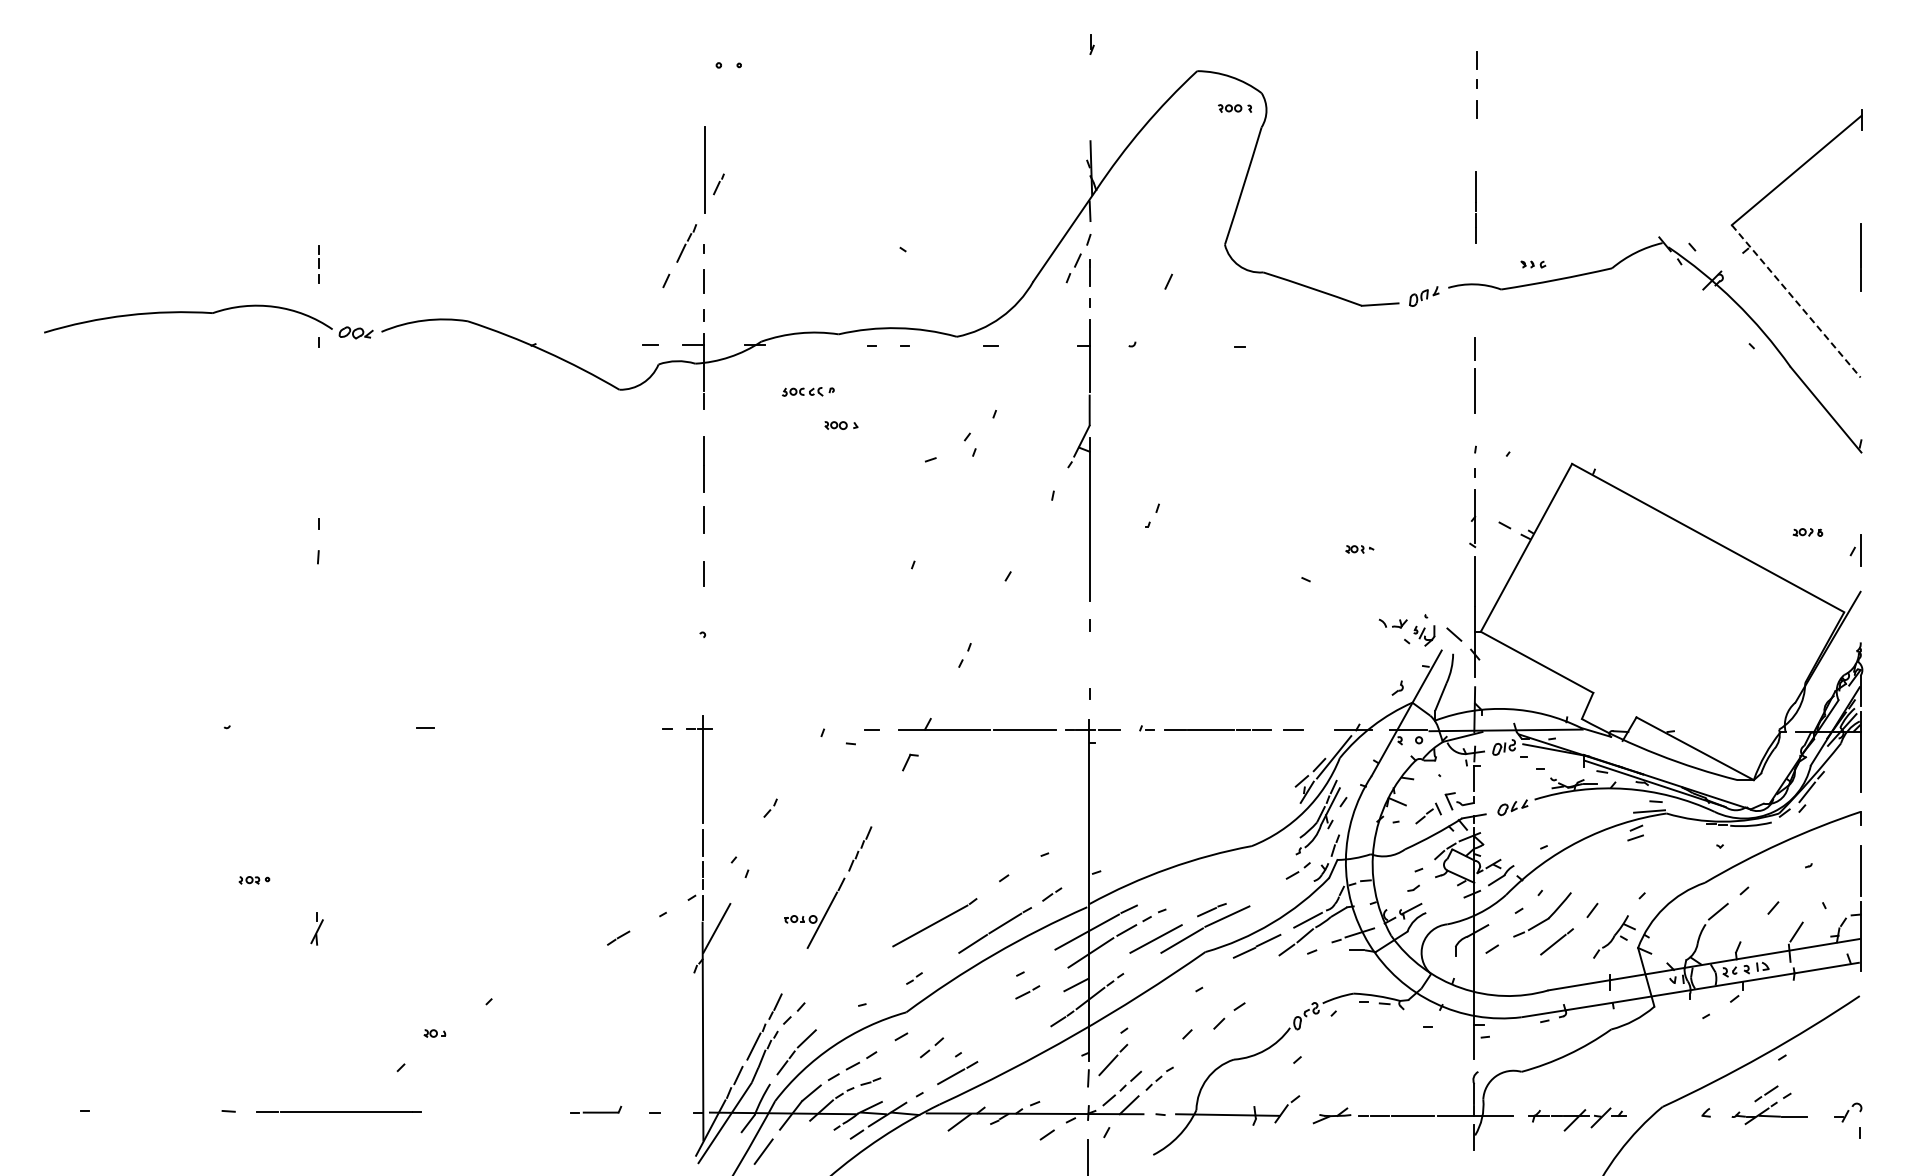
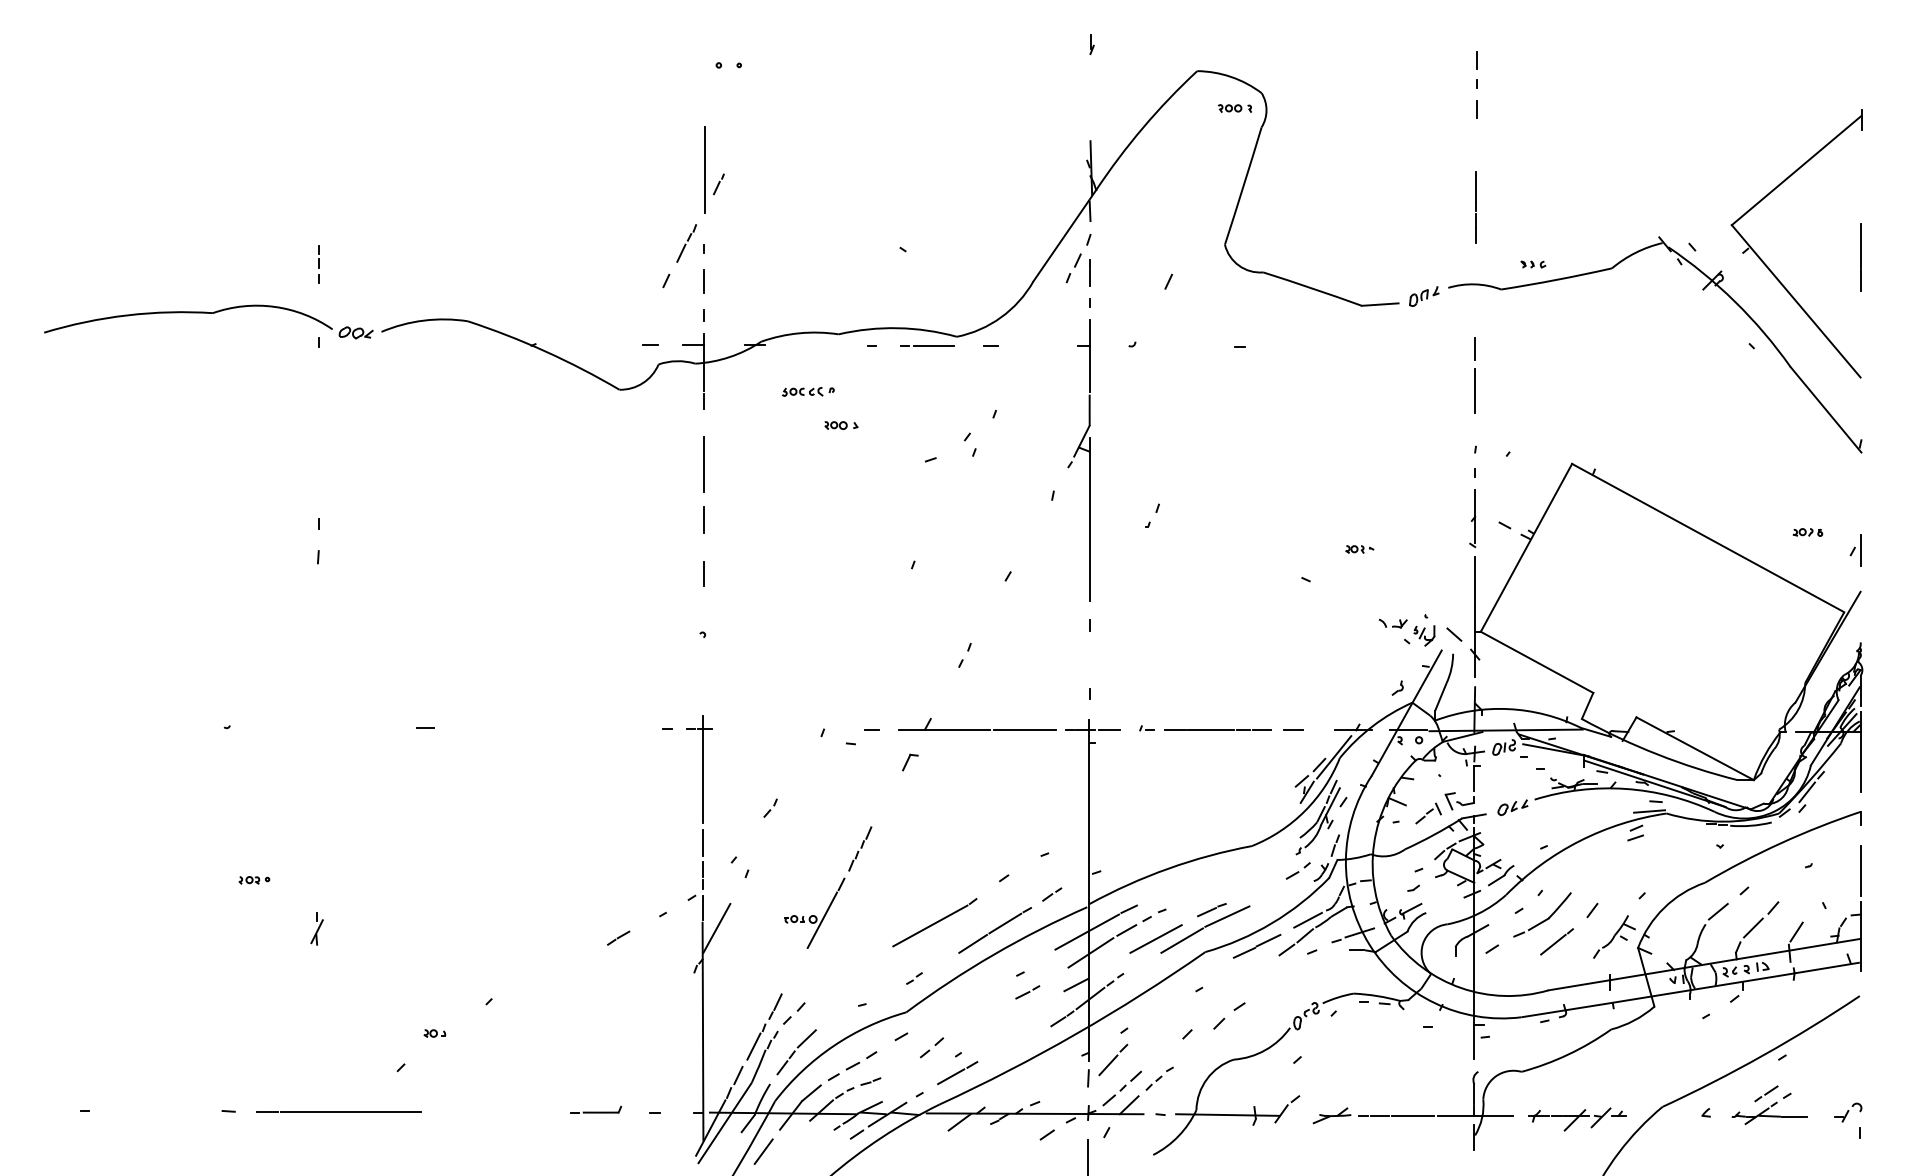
line at (1796, 301): dashed -> solid
line at (933, 345): none -> present
line at (1753, 927): none -> present
